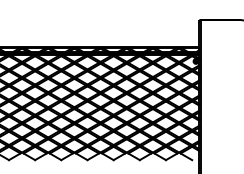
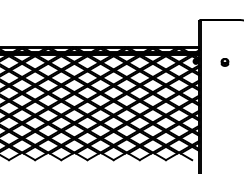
part at (224, 62): none -> present
